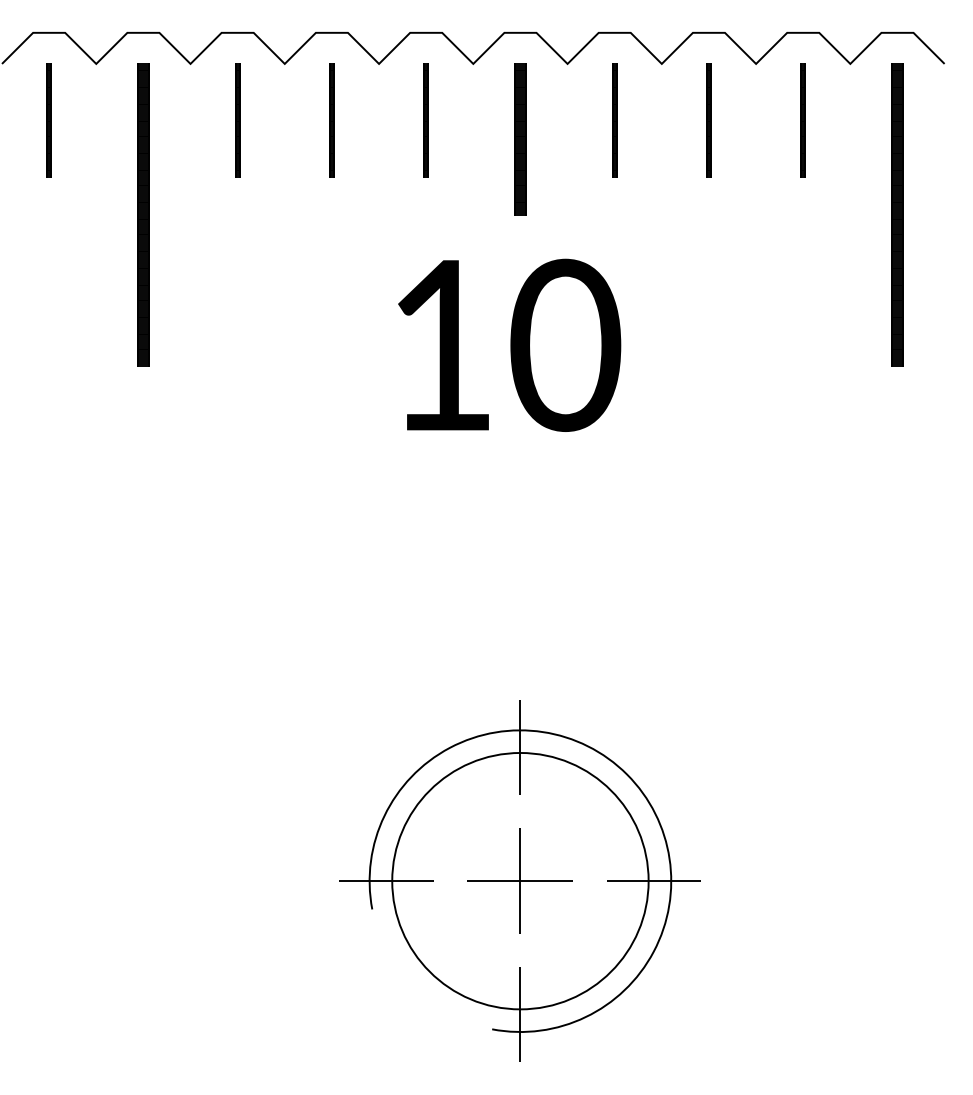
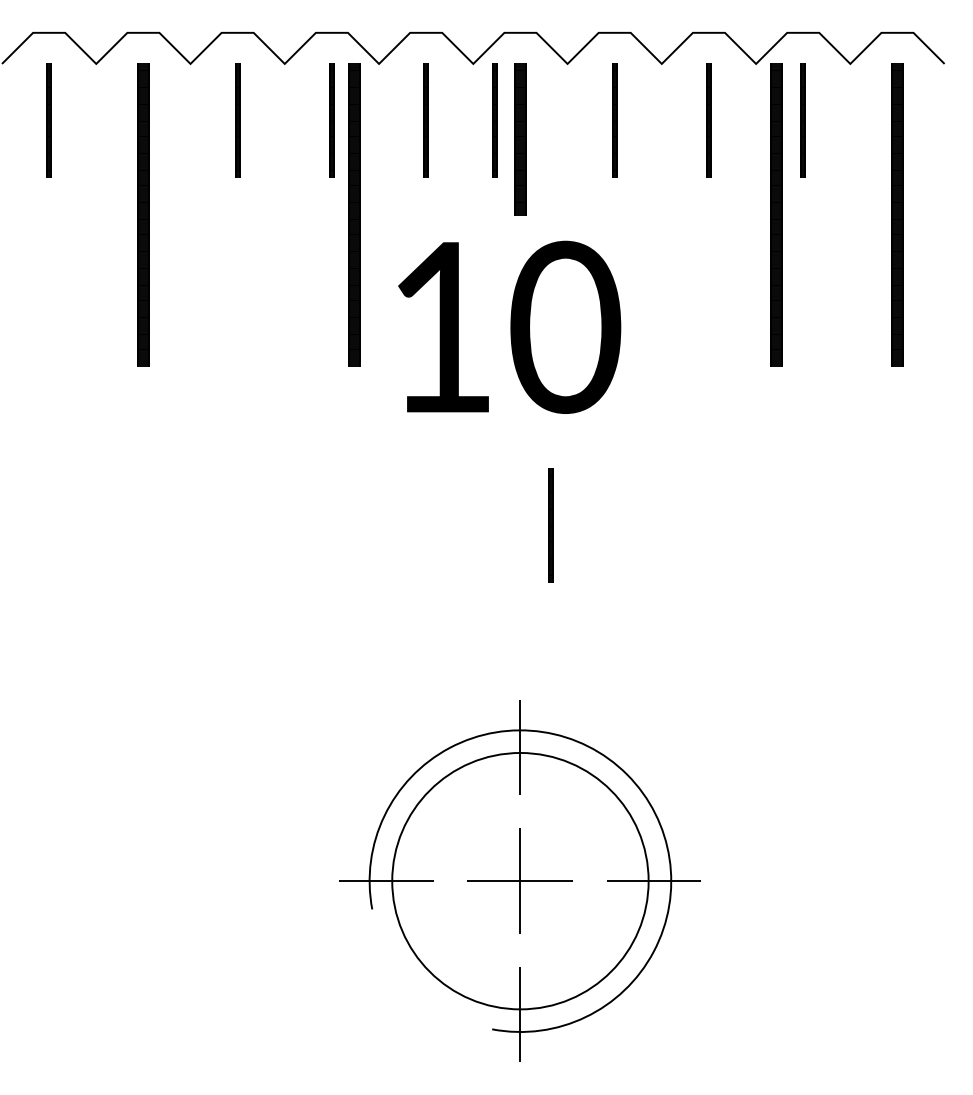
part at (494, 120): none -> present
part at (354, 214): none -> present
part at (776, 214): none -> present
text at (509, 344) position: (509, 344) -> (509, 326)
part at (550, 525): none -> present
